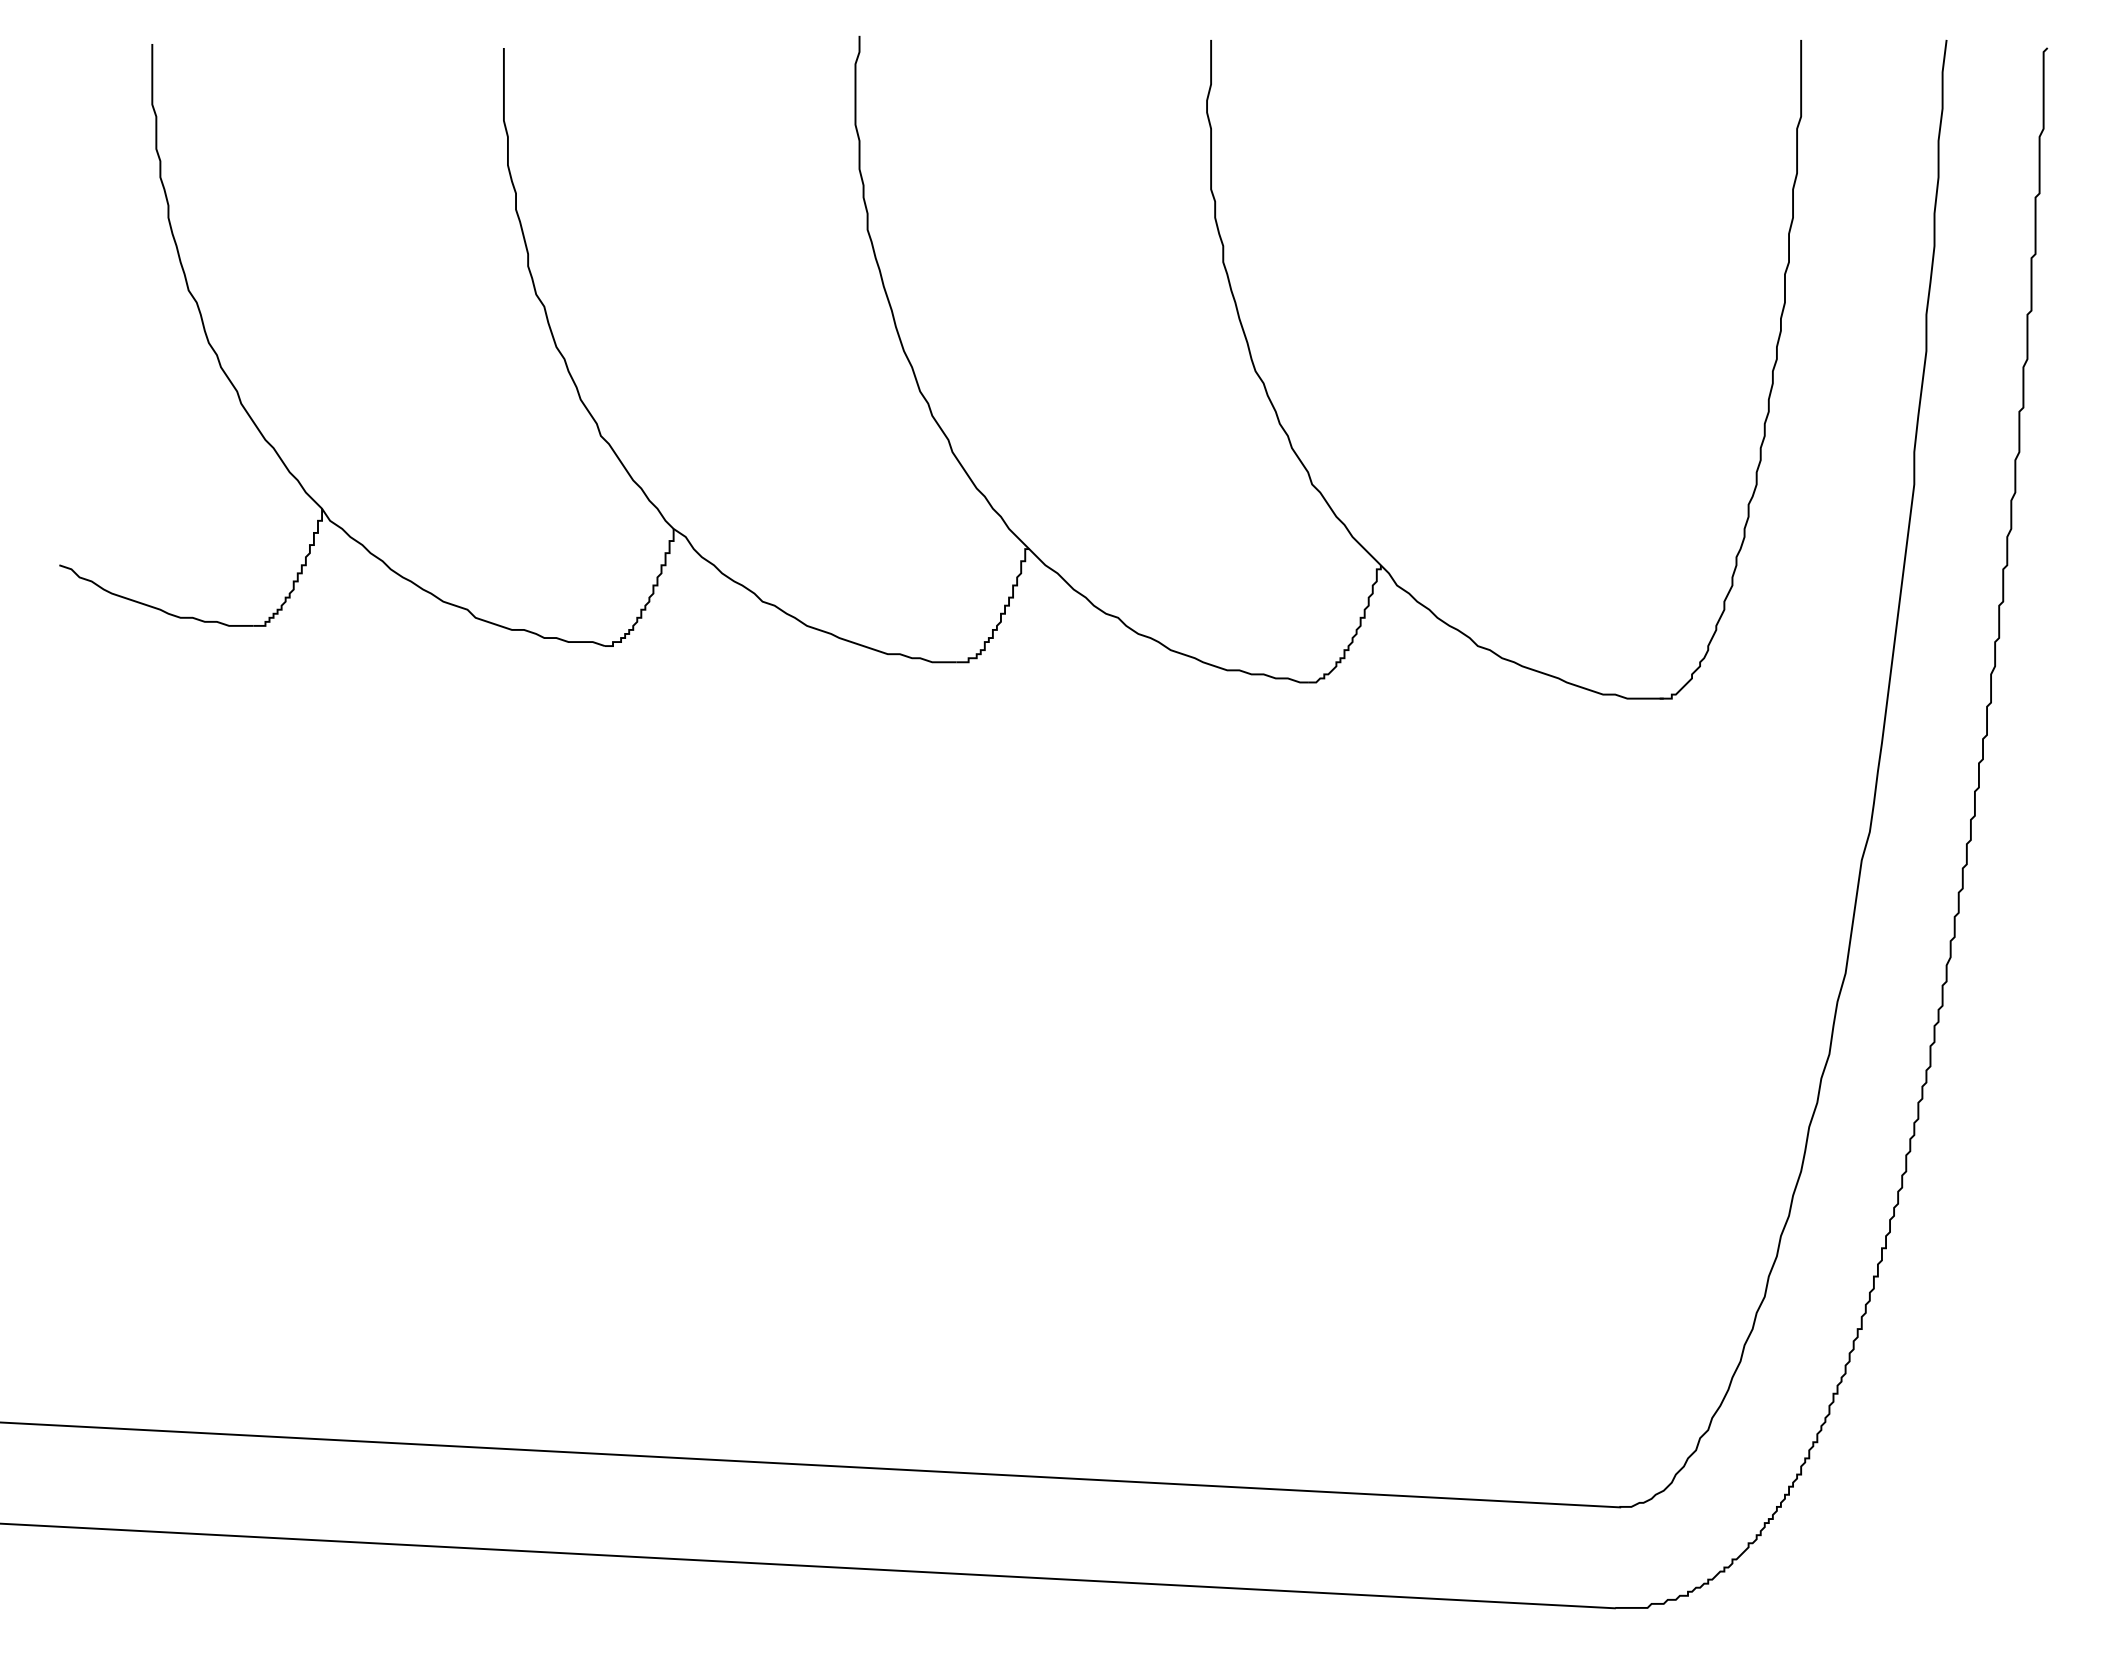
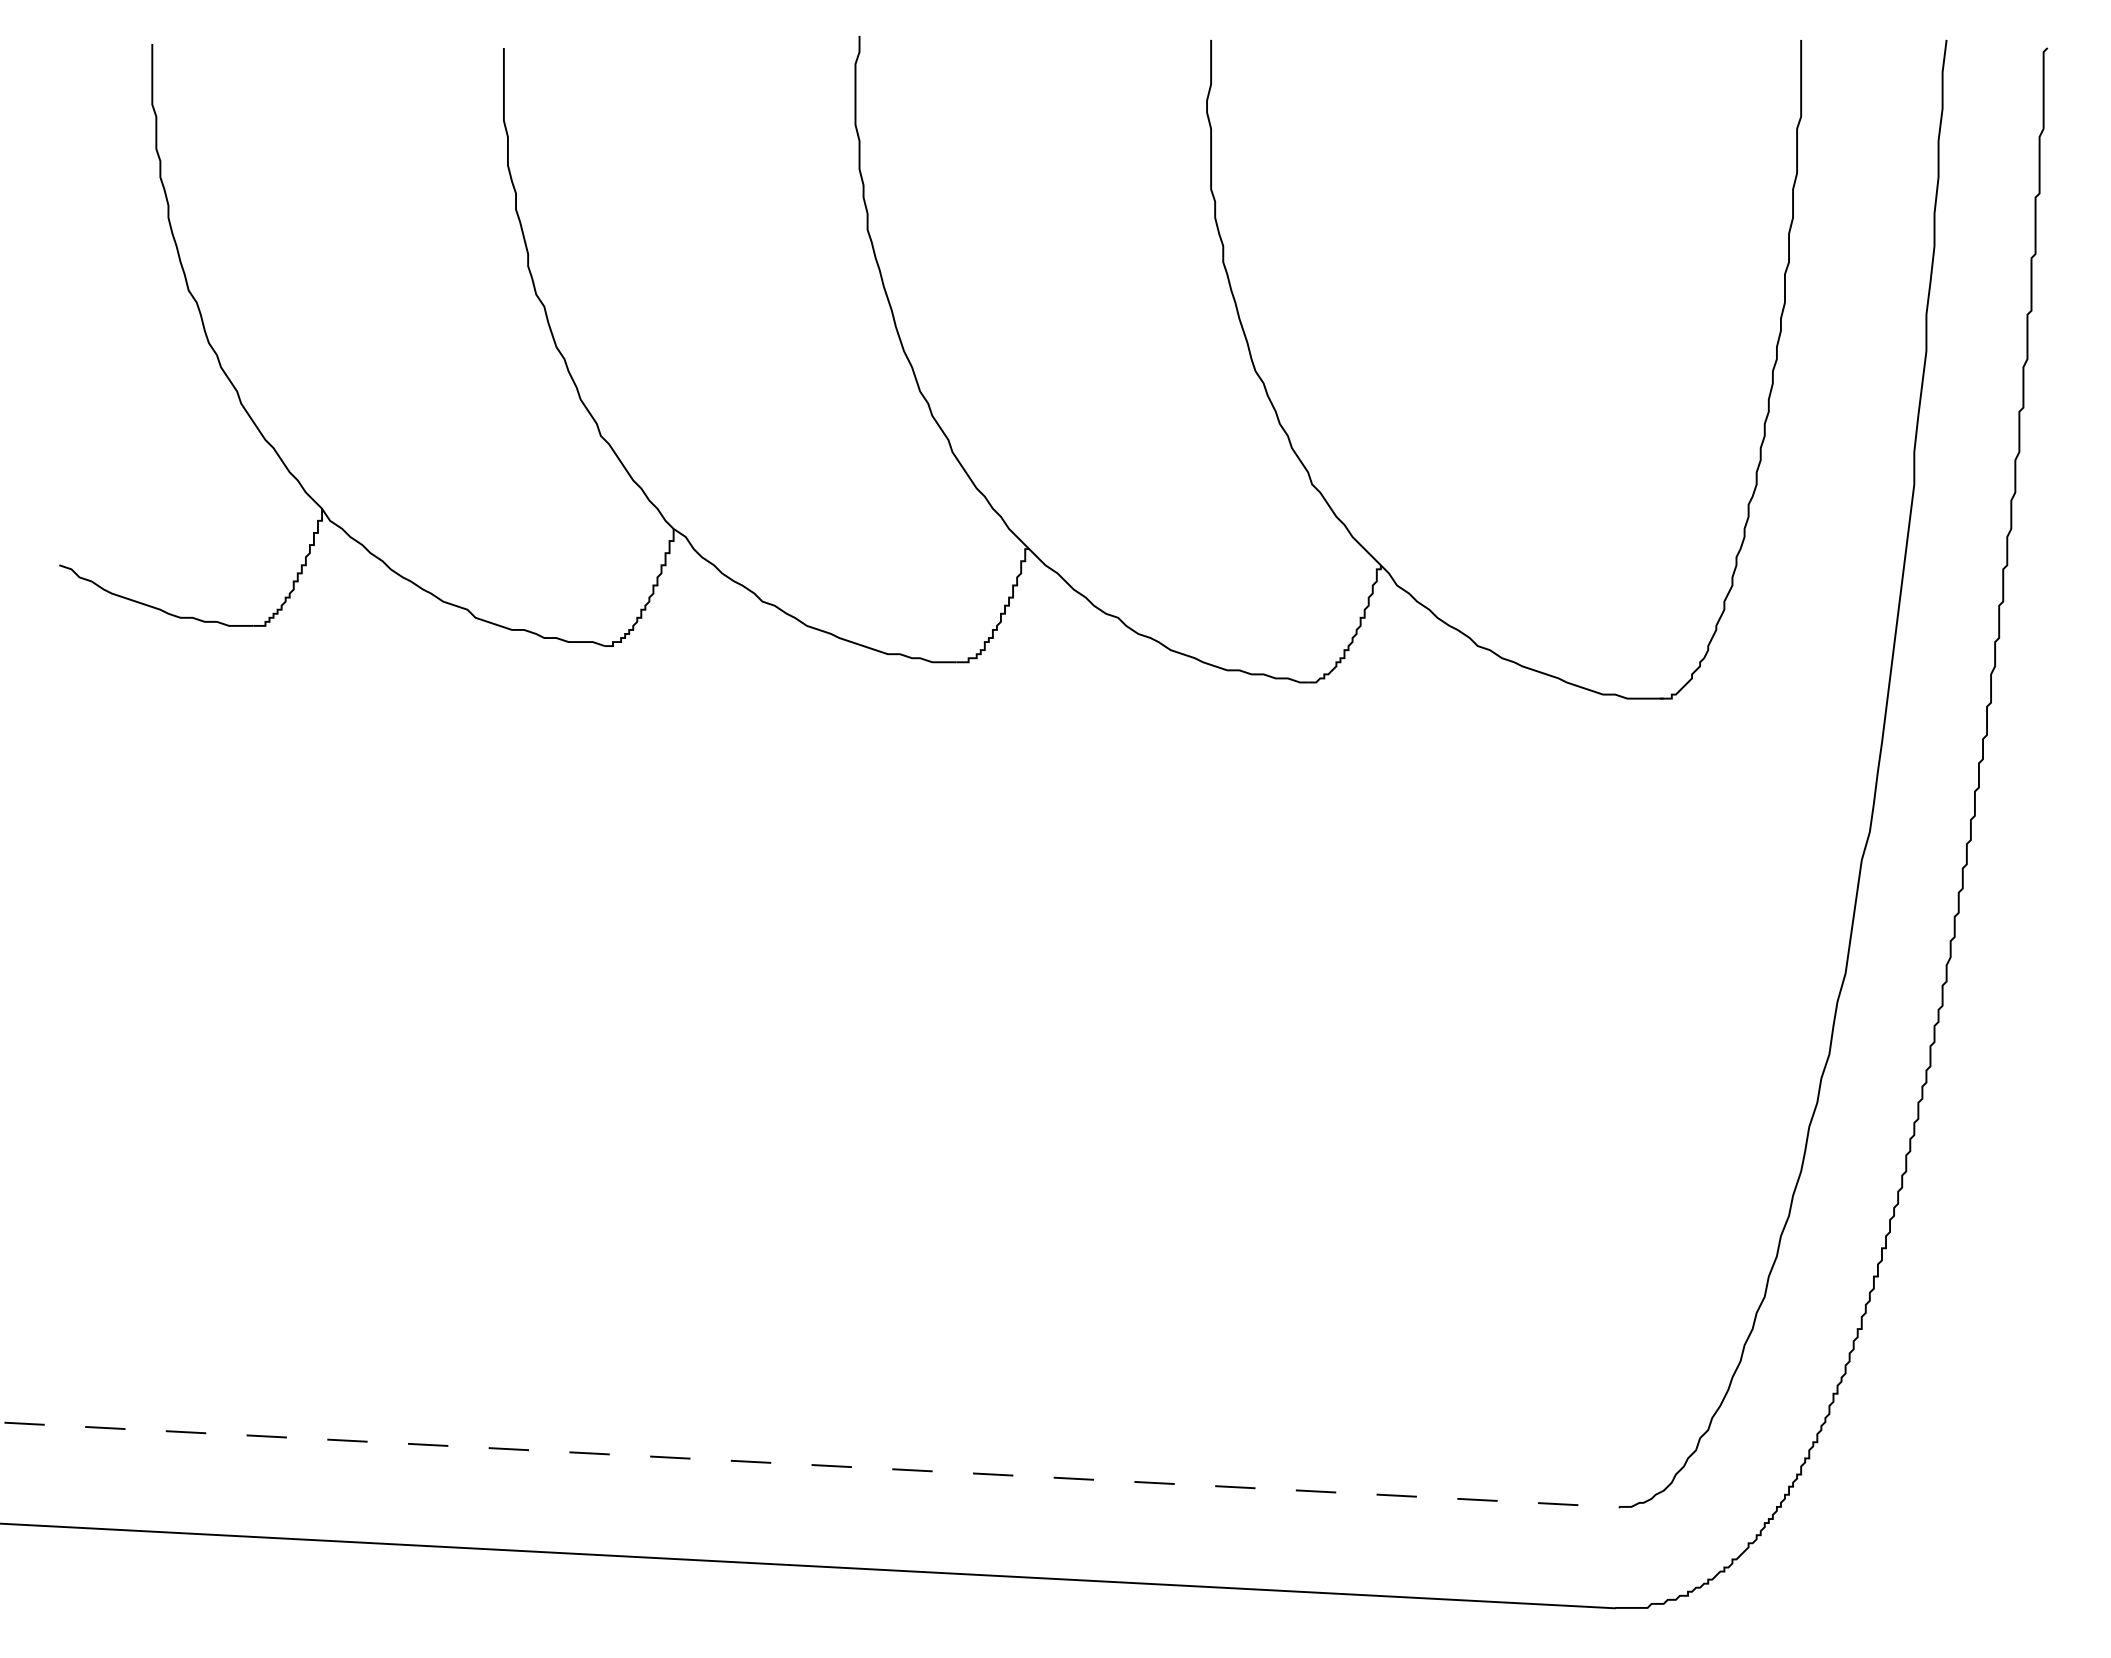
line at (810, 1464): solid -> dashed
